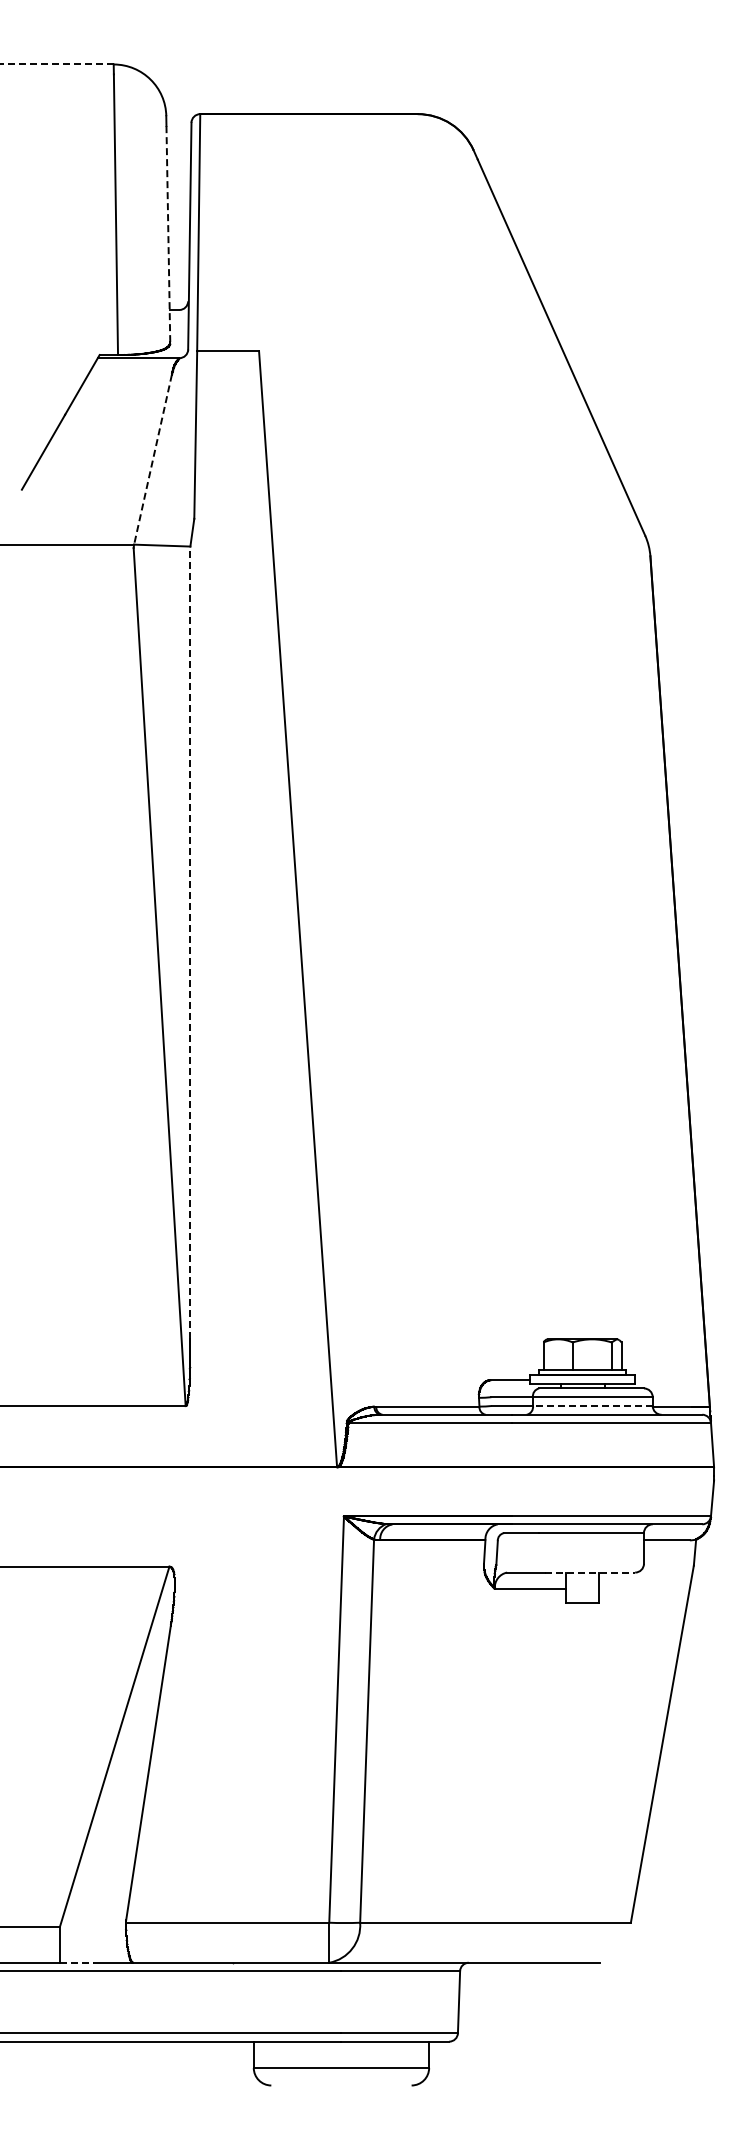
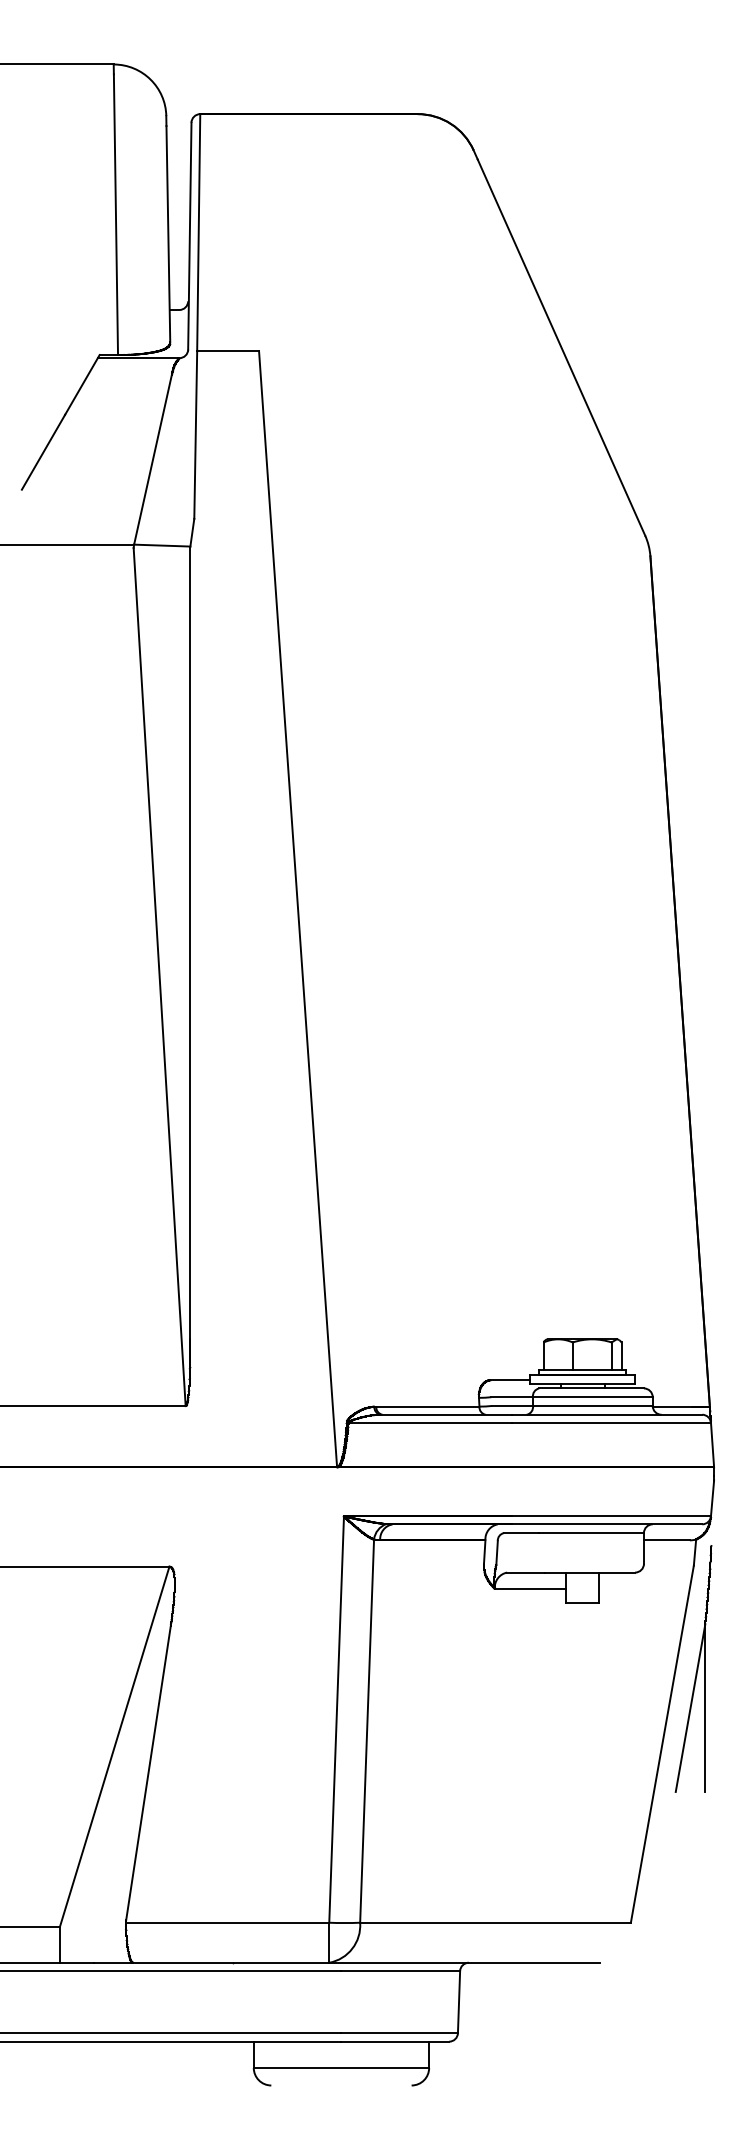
line at (57, 64): dashed -> solid
line at (168, 233): dashed -> solid
line at (152, 460): dashed -> solid
line at (190, 942): dashed -> solid
line at (592, 1405): dashed -> solid
line at (590, 1572): dashed -> solid
part at (693, 1668): none -> present
line at (77, 1962): dashed -> solid
